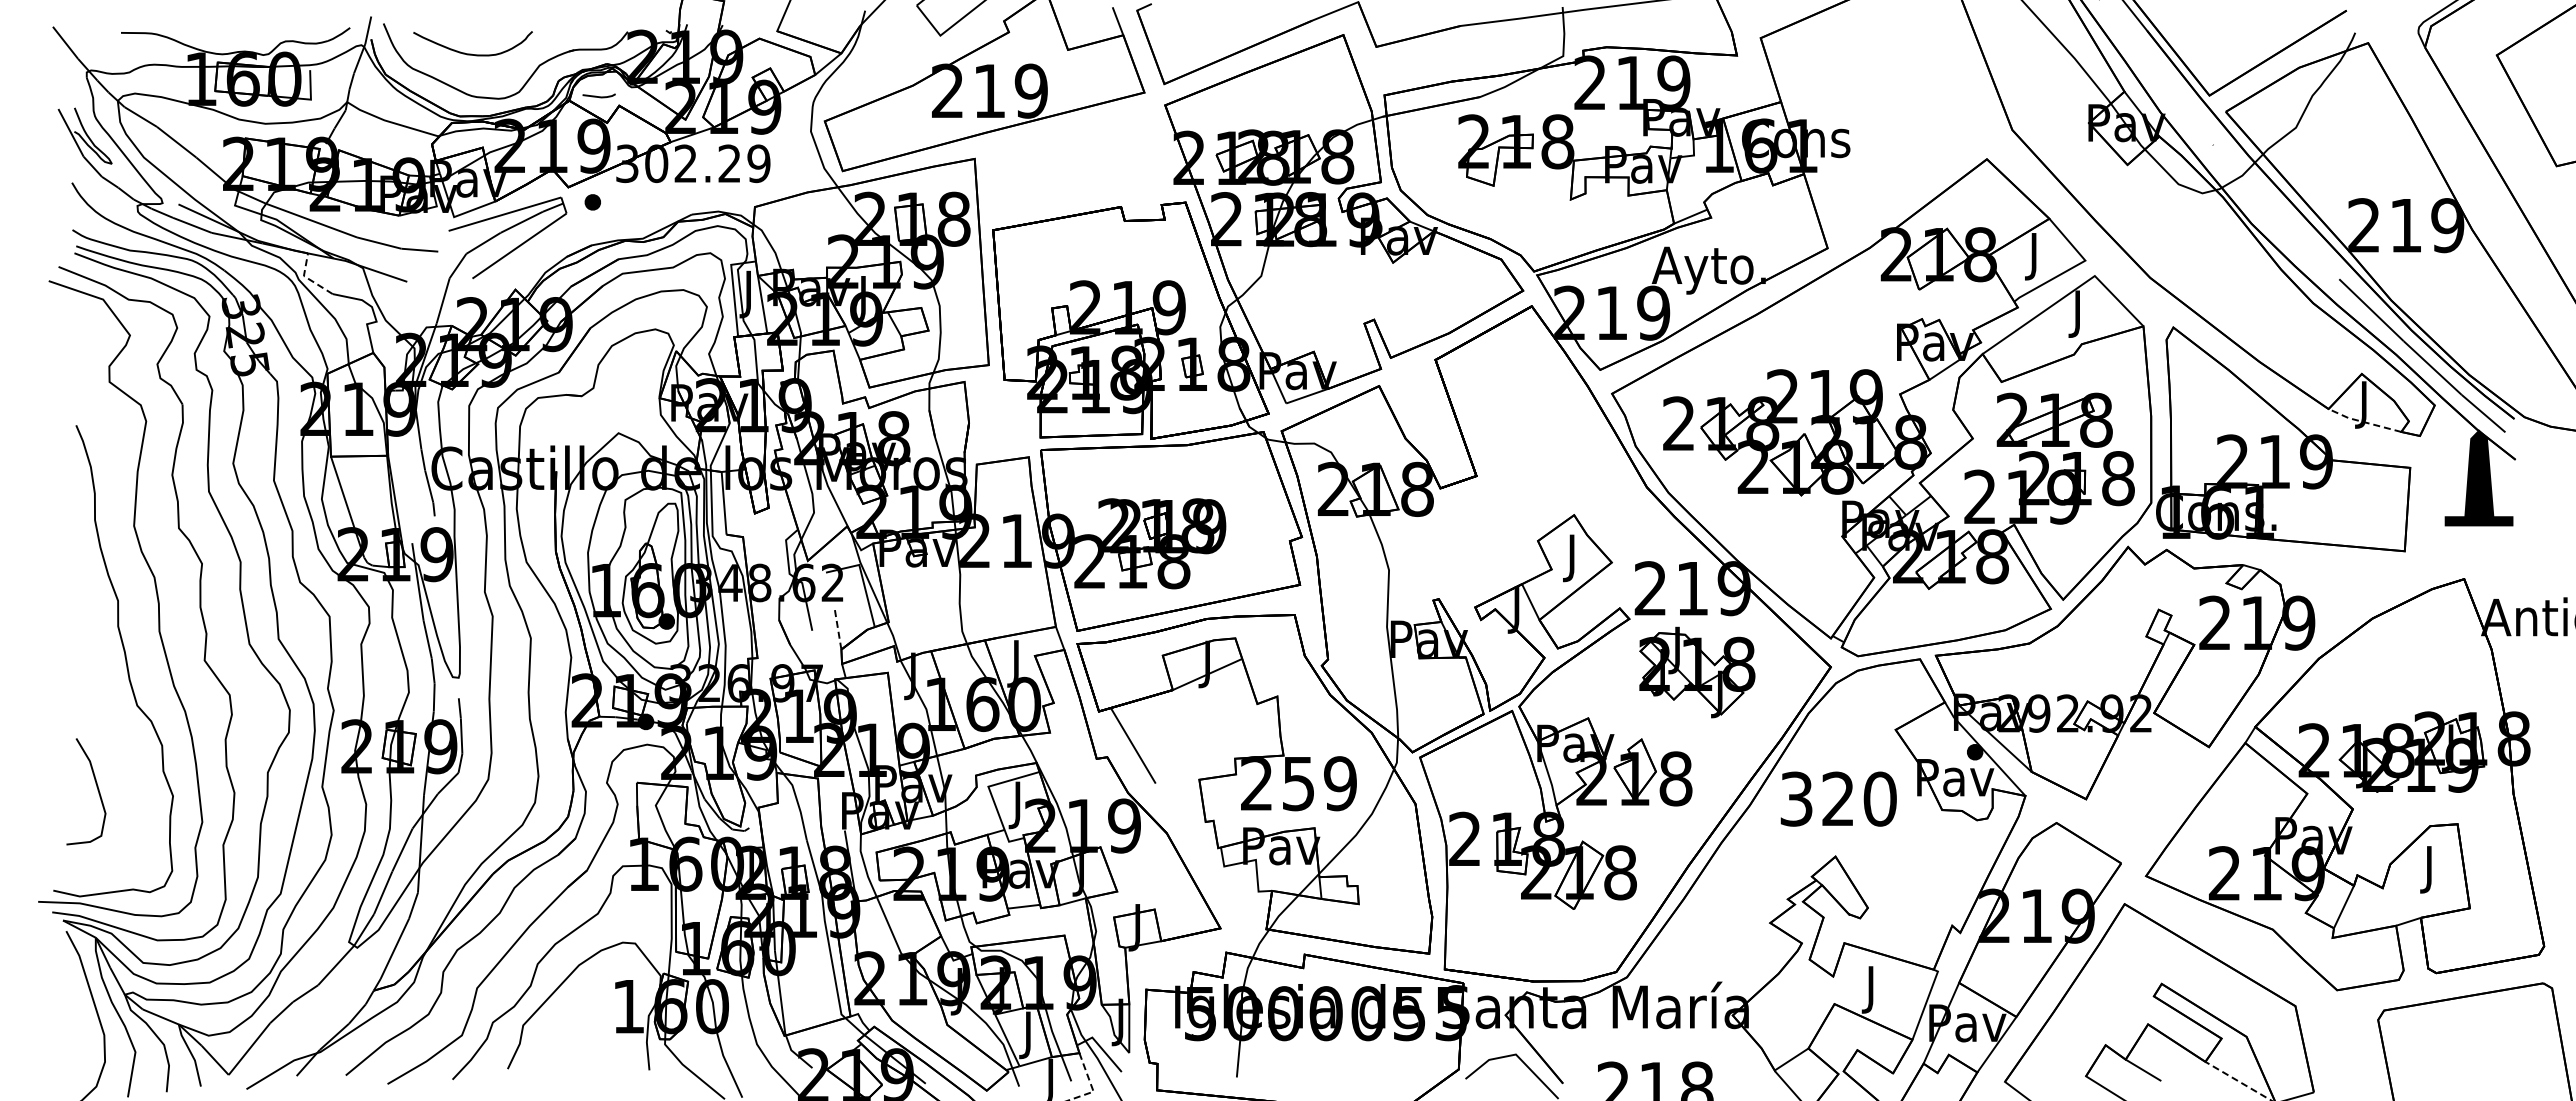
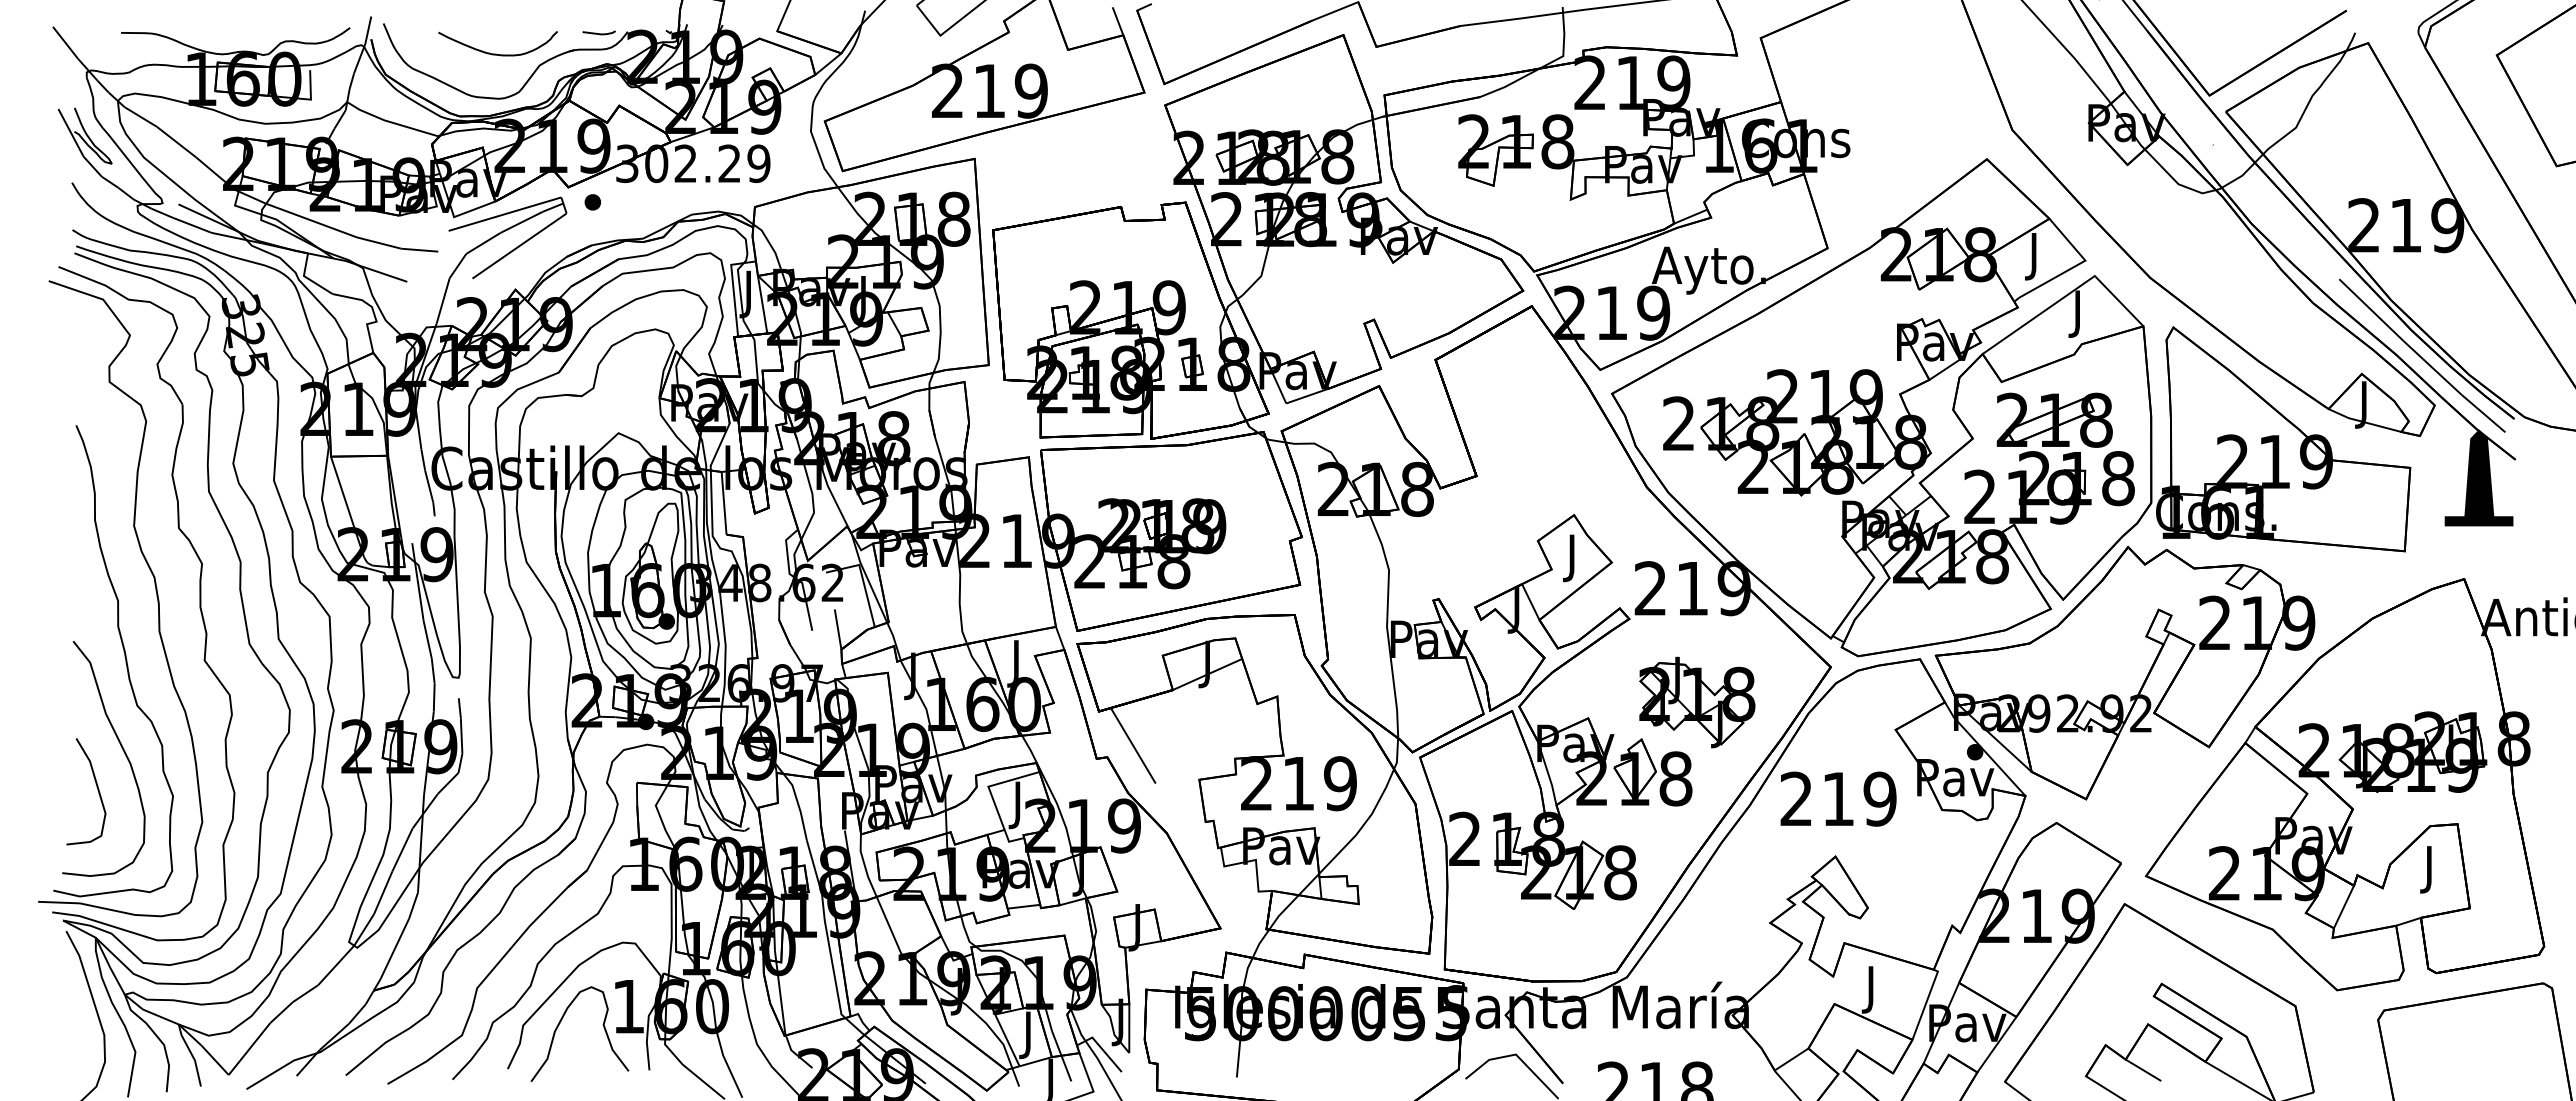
curve at (471, 53) position: (471, 53) -> (496, 53)
line at (598, 96) position: (598, 96) -> (598, 33)
line at (308, 278): dashed -> solid
line at (2363, 421): dashed -> solid
line at (838, 628): dashed -> solid
part at (1697, 672) position: (1697, 672) -> (1697, 702)
curve at (121, 748): none -> present
text at (1298, 784): 259 -> 219
text at (1838, 798): 320 -> 219
curve at (560, 1023): none -> present
line at (2238, 1080): dashed -> solid
line at (1091, 1086): dashed -> solid
